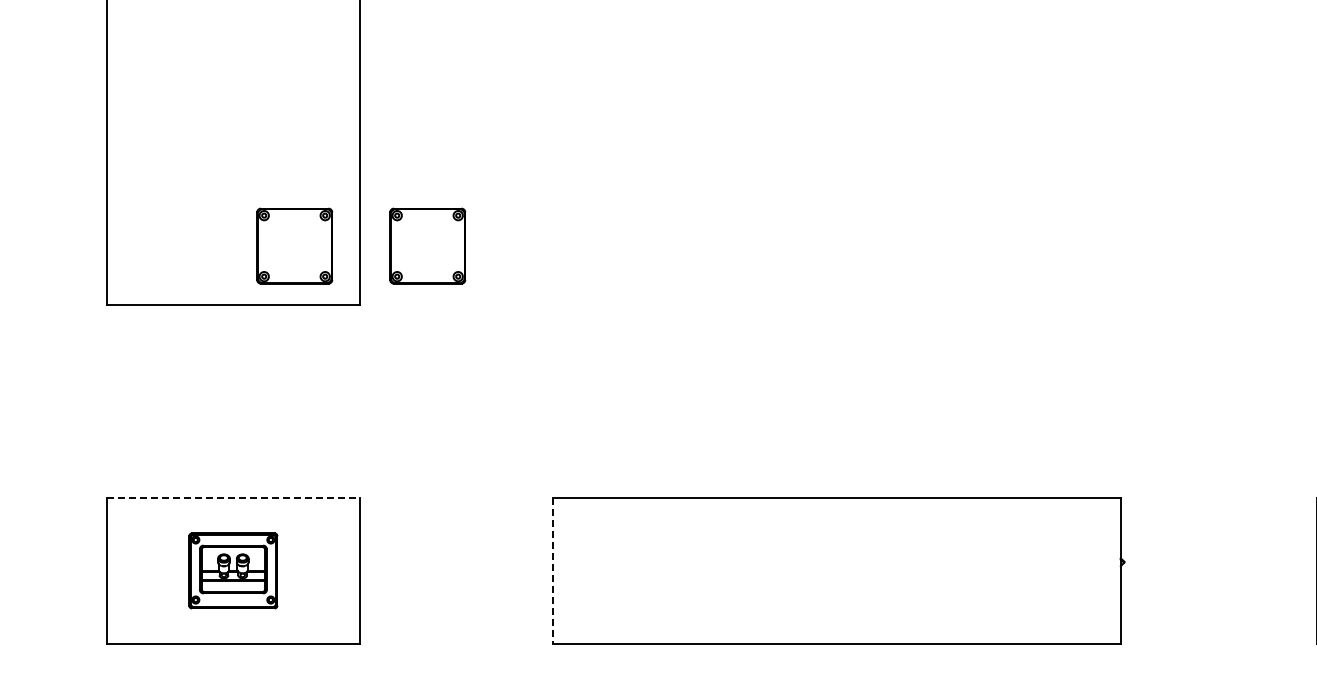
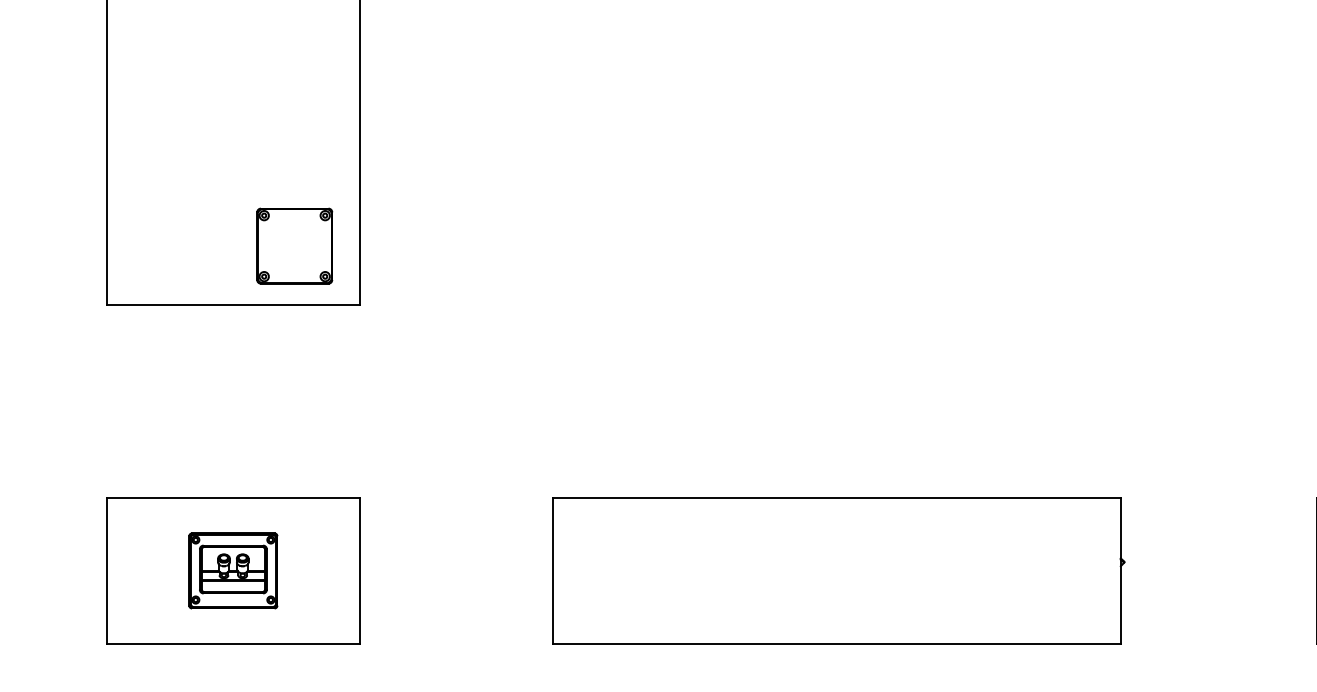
part at (427, 245): present -> none
line at (233, 497): dashed -> solid
line at (552, 571): dashed -> solid
